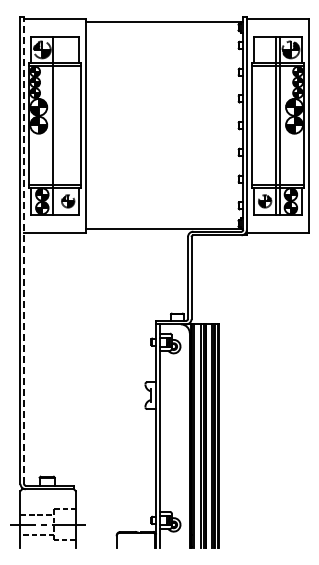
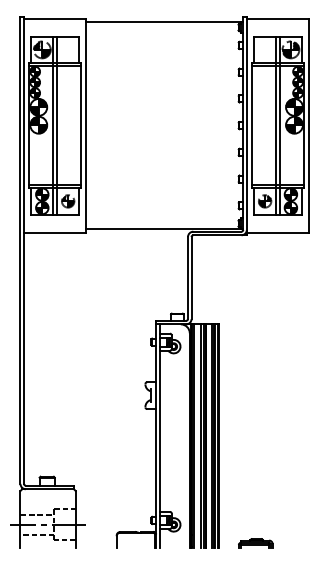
line at (57, 125): none -> present
line at (24, 249): dashed -> solid
part at (255, 543): none -> present
